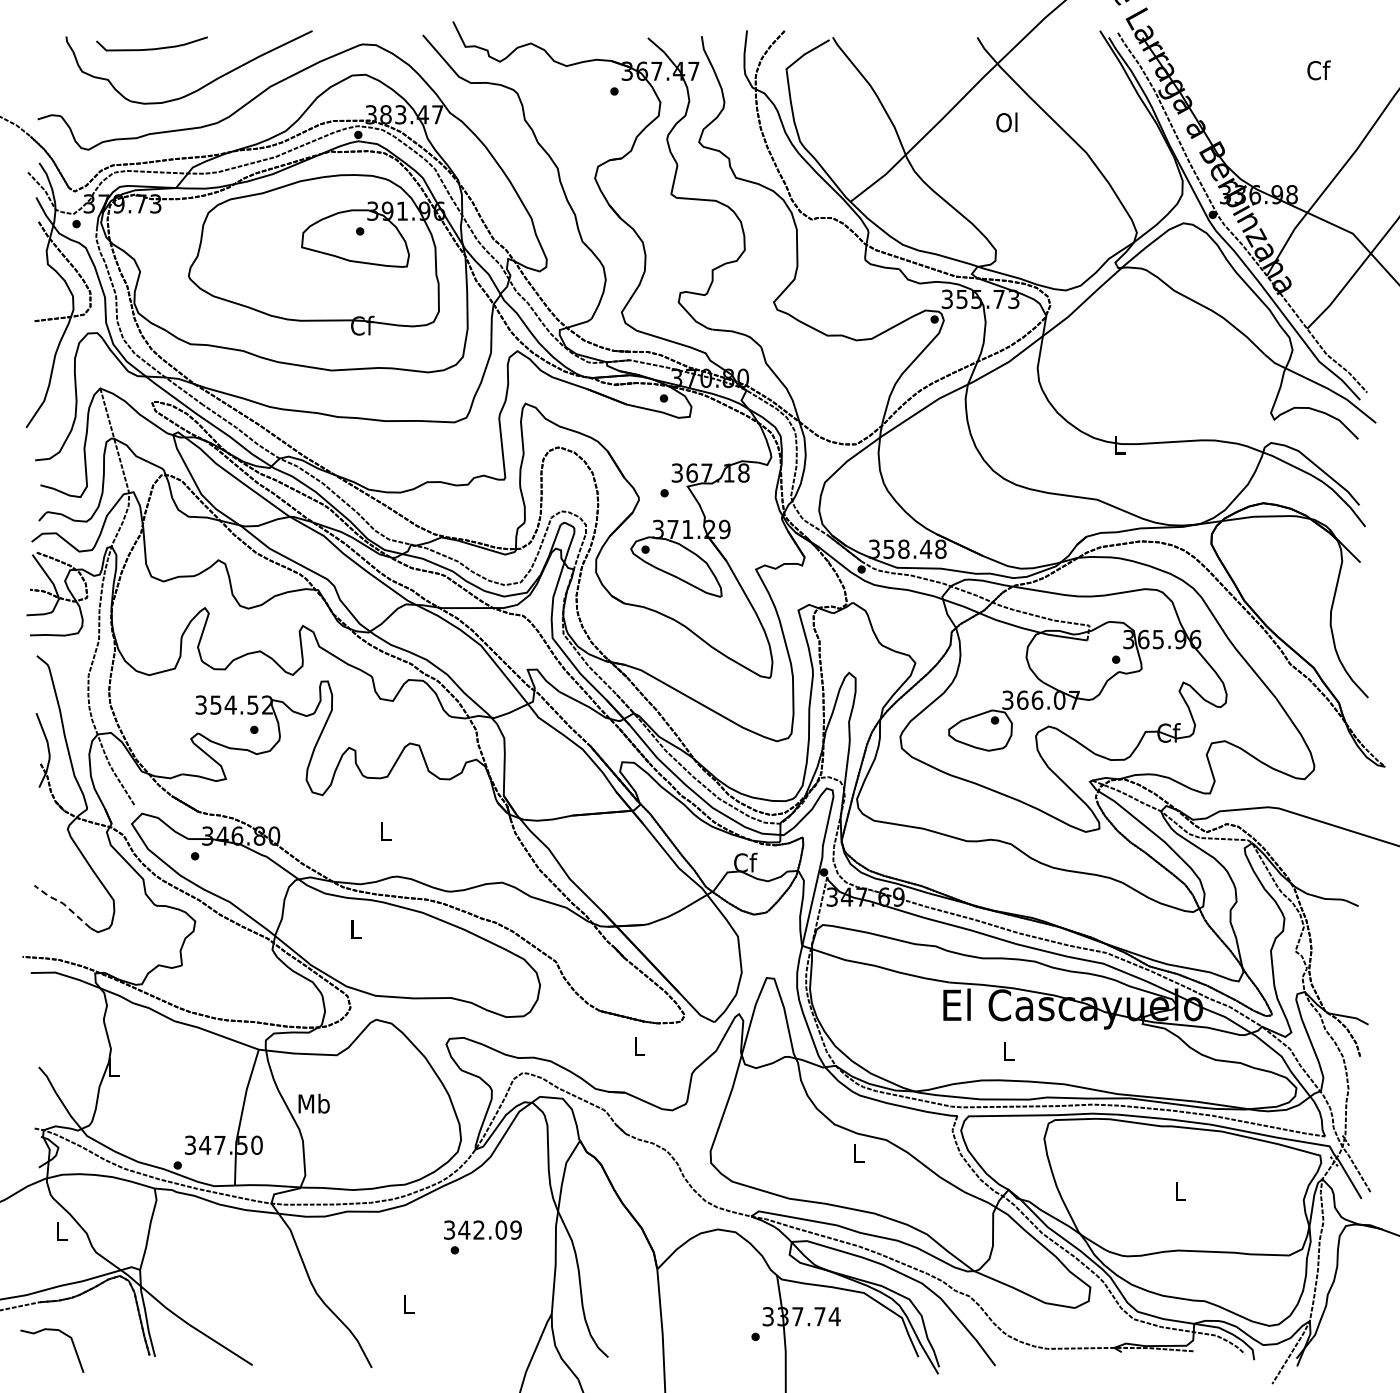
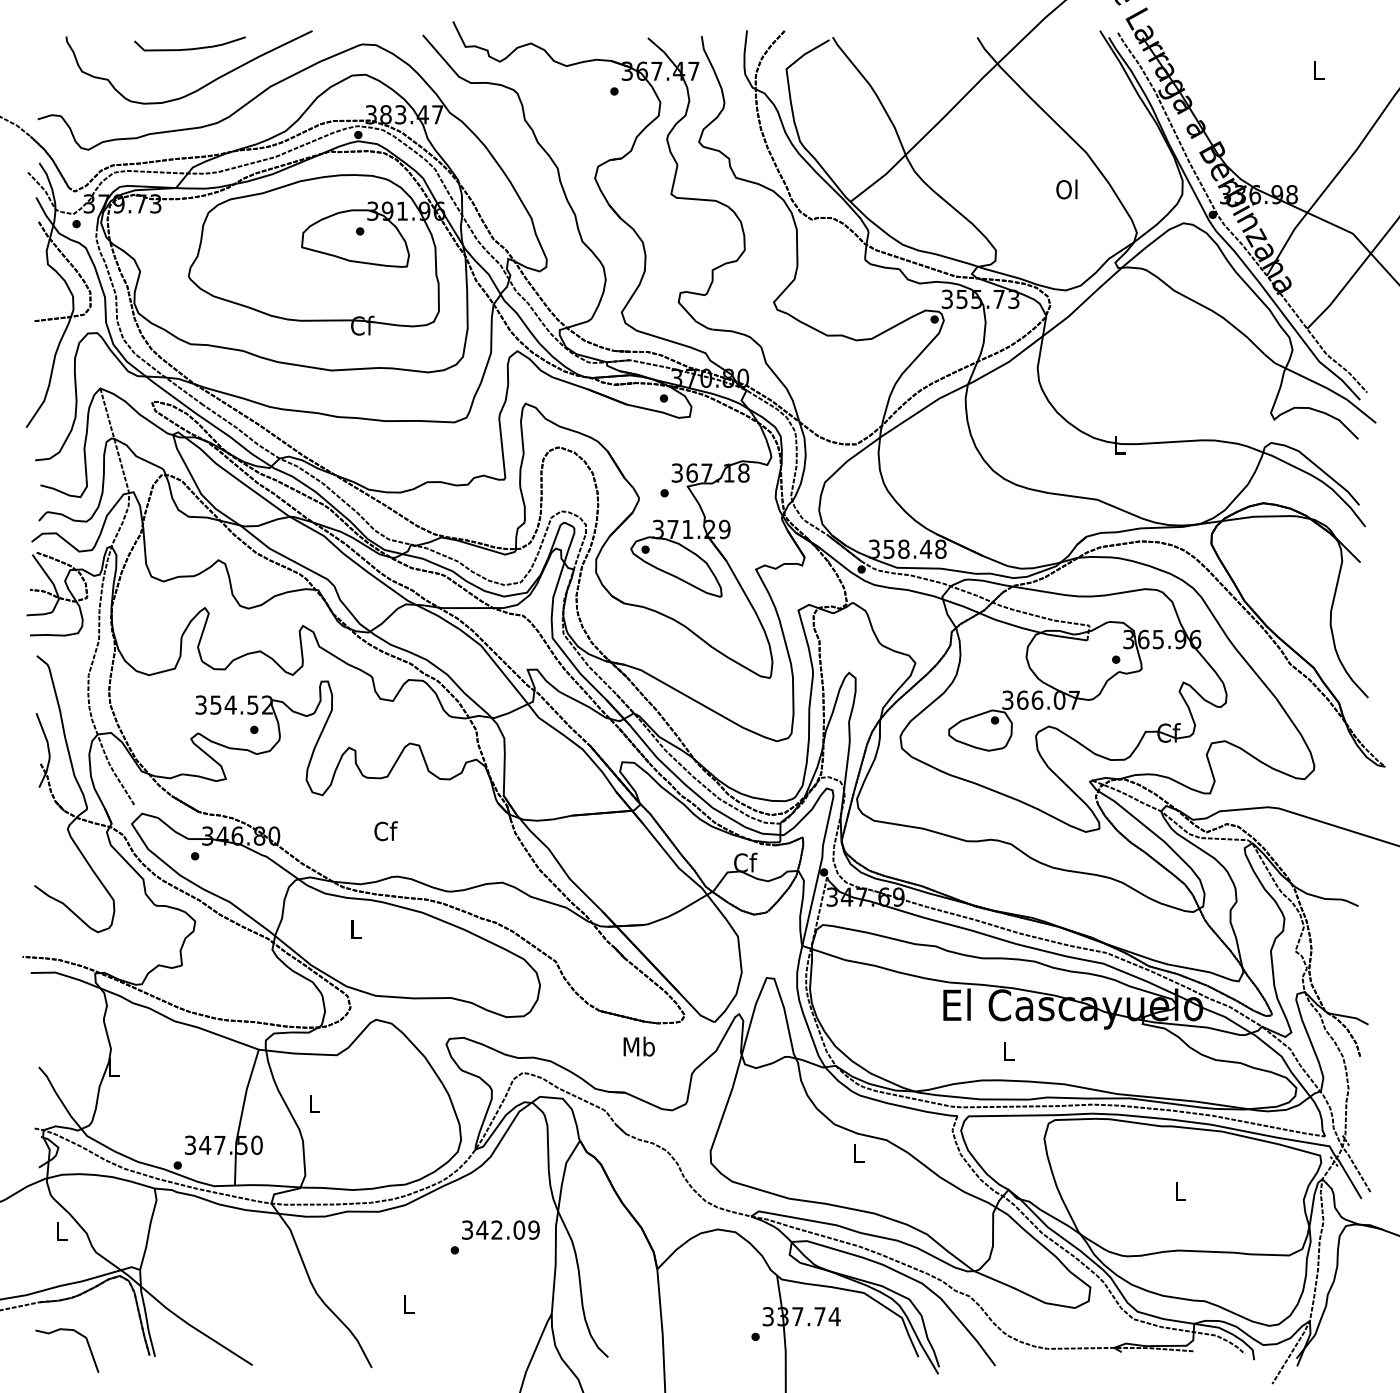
curve at (151, 48) position: (151, 48) -> (189, 48)
text at (1318, 70): Cf -> L
text at (1006, 122) position: (1006, 122) -> (1066, 189)
text at (385, 831): L -> Cf
line at (63, 903): dashed -> solid
text at (638, 1046): L -> Mb
text at (313, 1103): Mb -> L
text at (482, 1229) position: (482, 1229) -> (500, 1229)
curve at (63, 1334) position: (63, 1334) -> (78, 1334)
